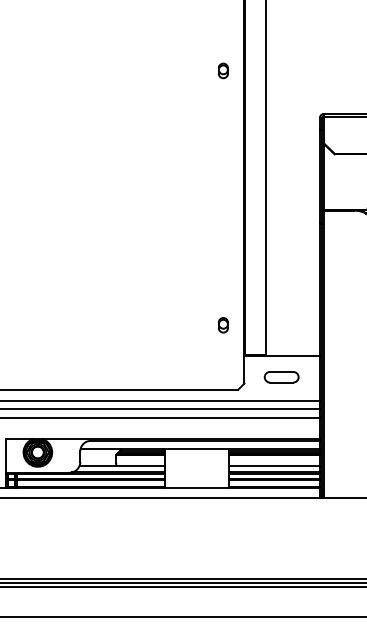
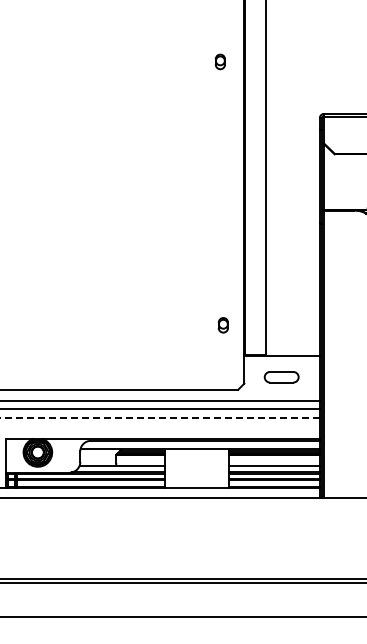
part at (222, 70) position: (222, 70) -> (219, 61)
line at (159, 417): solid -> dashed
line at (182, 587): present -> none
